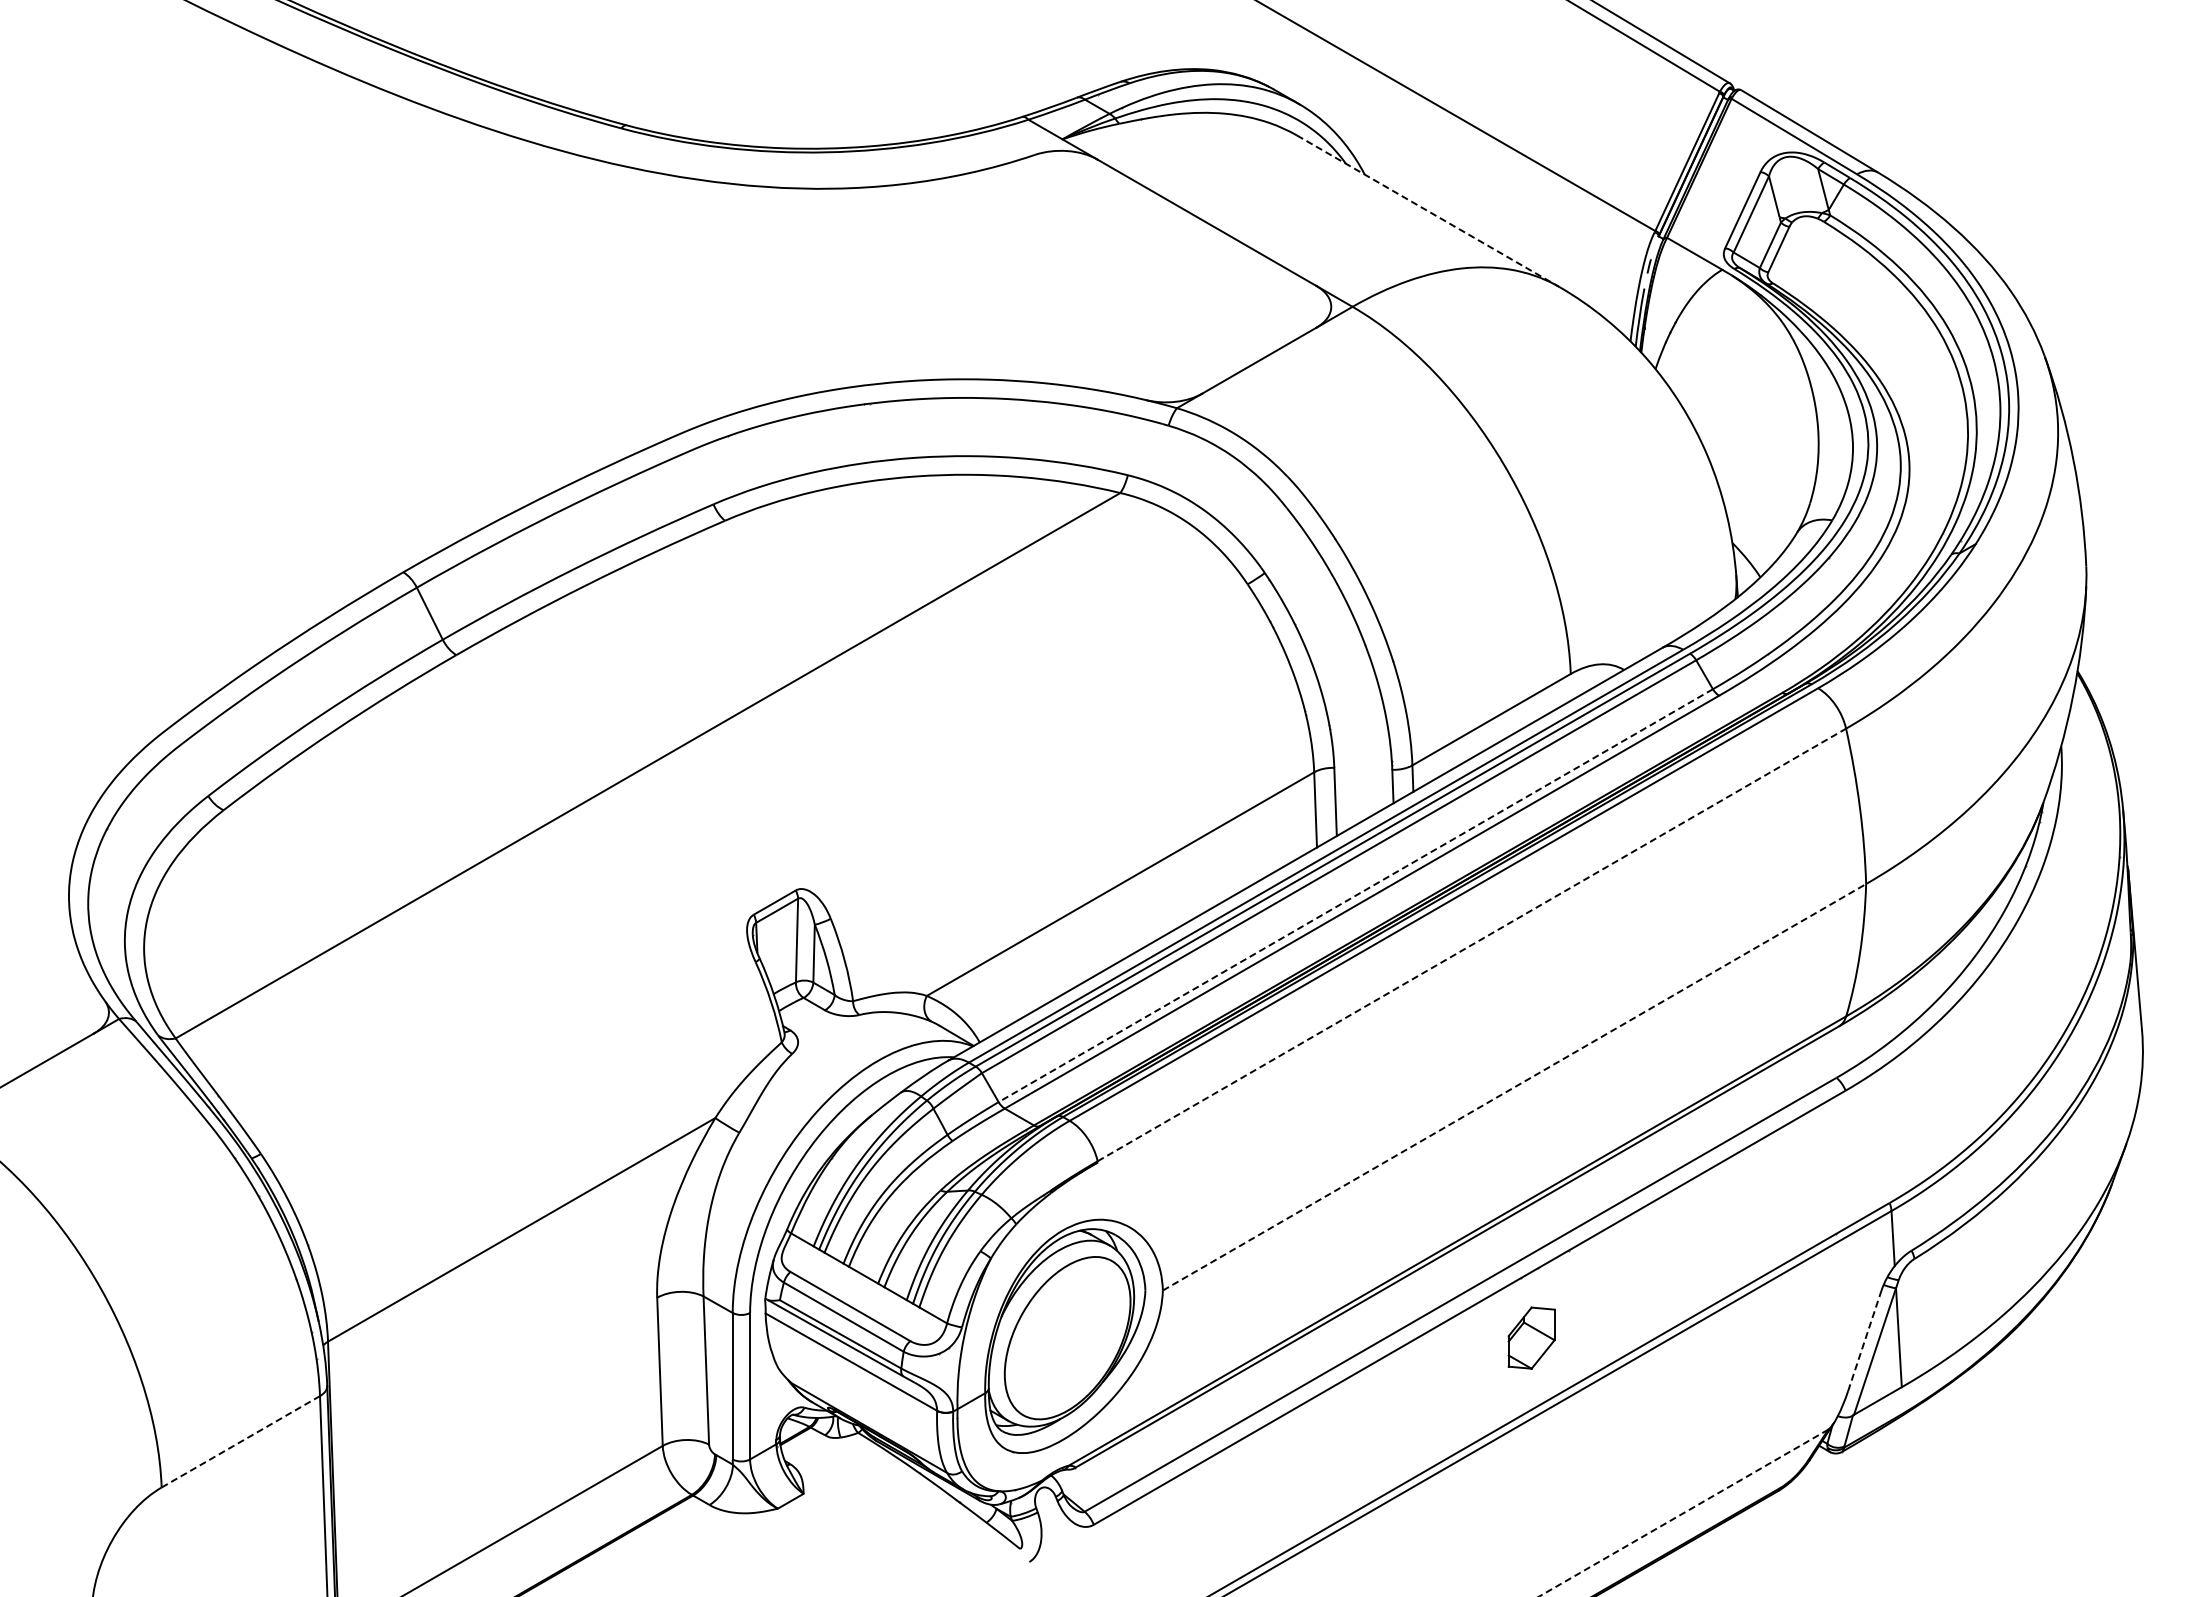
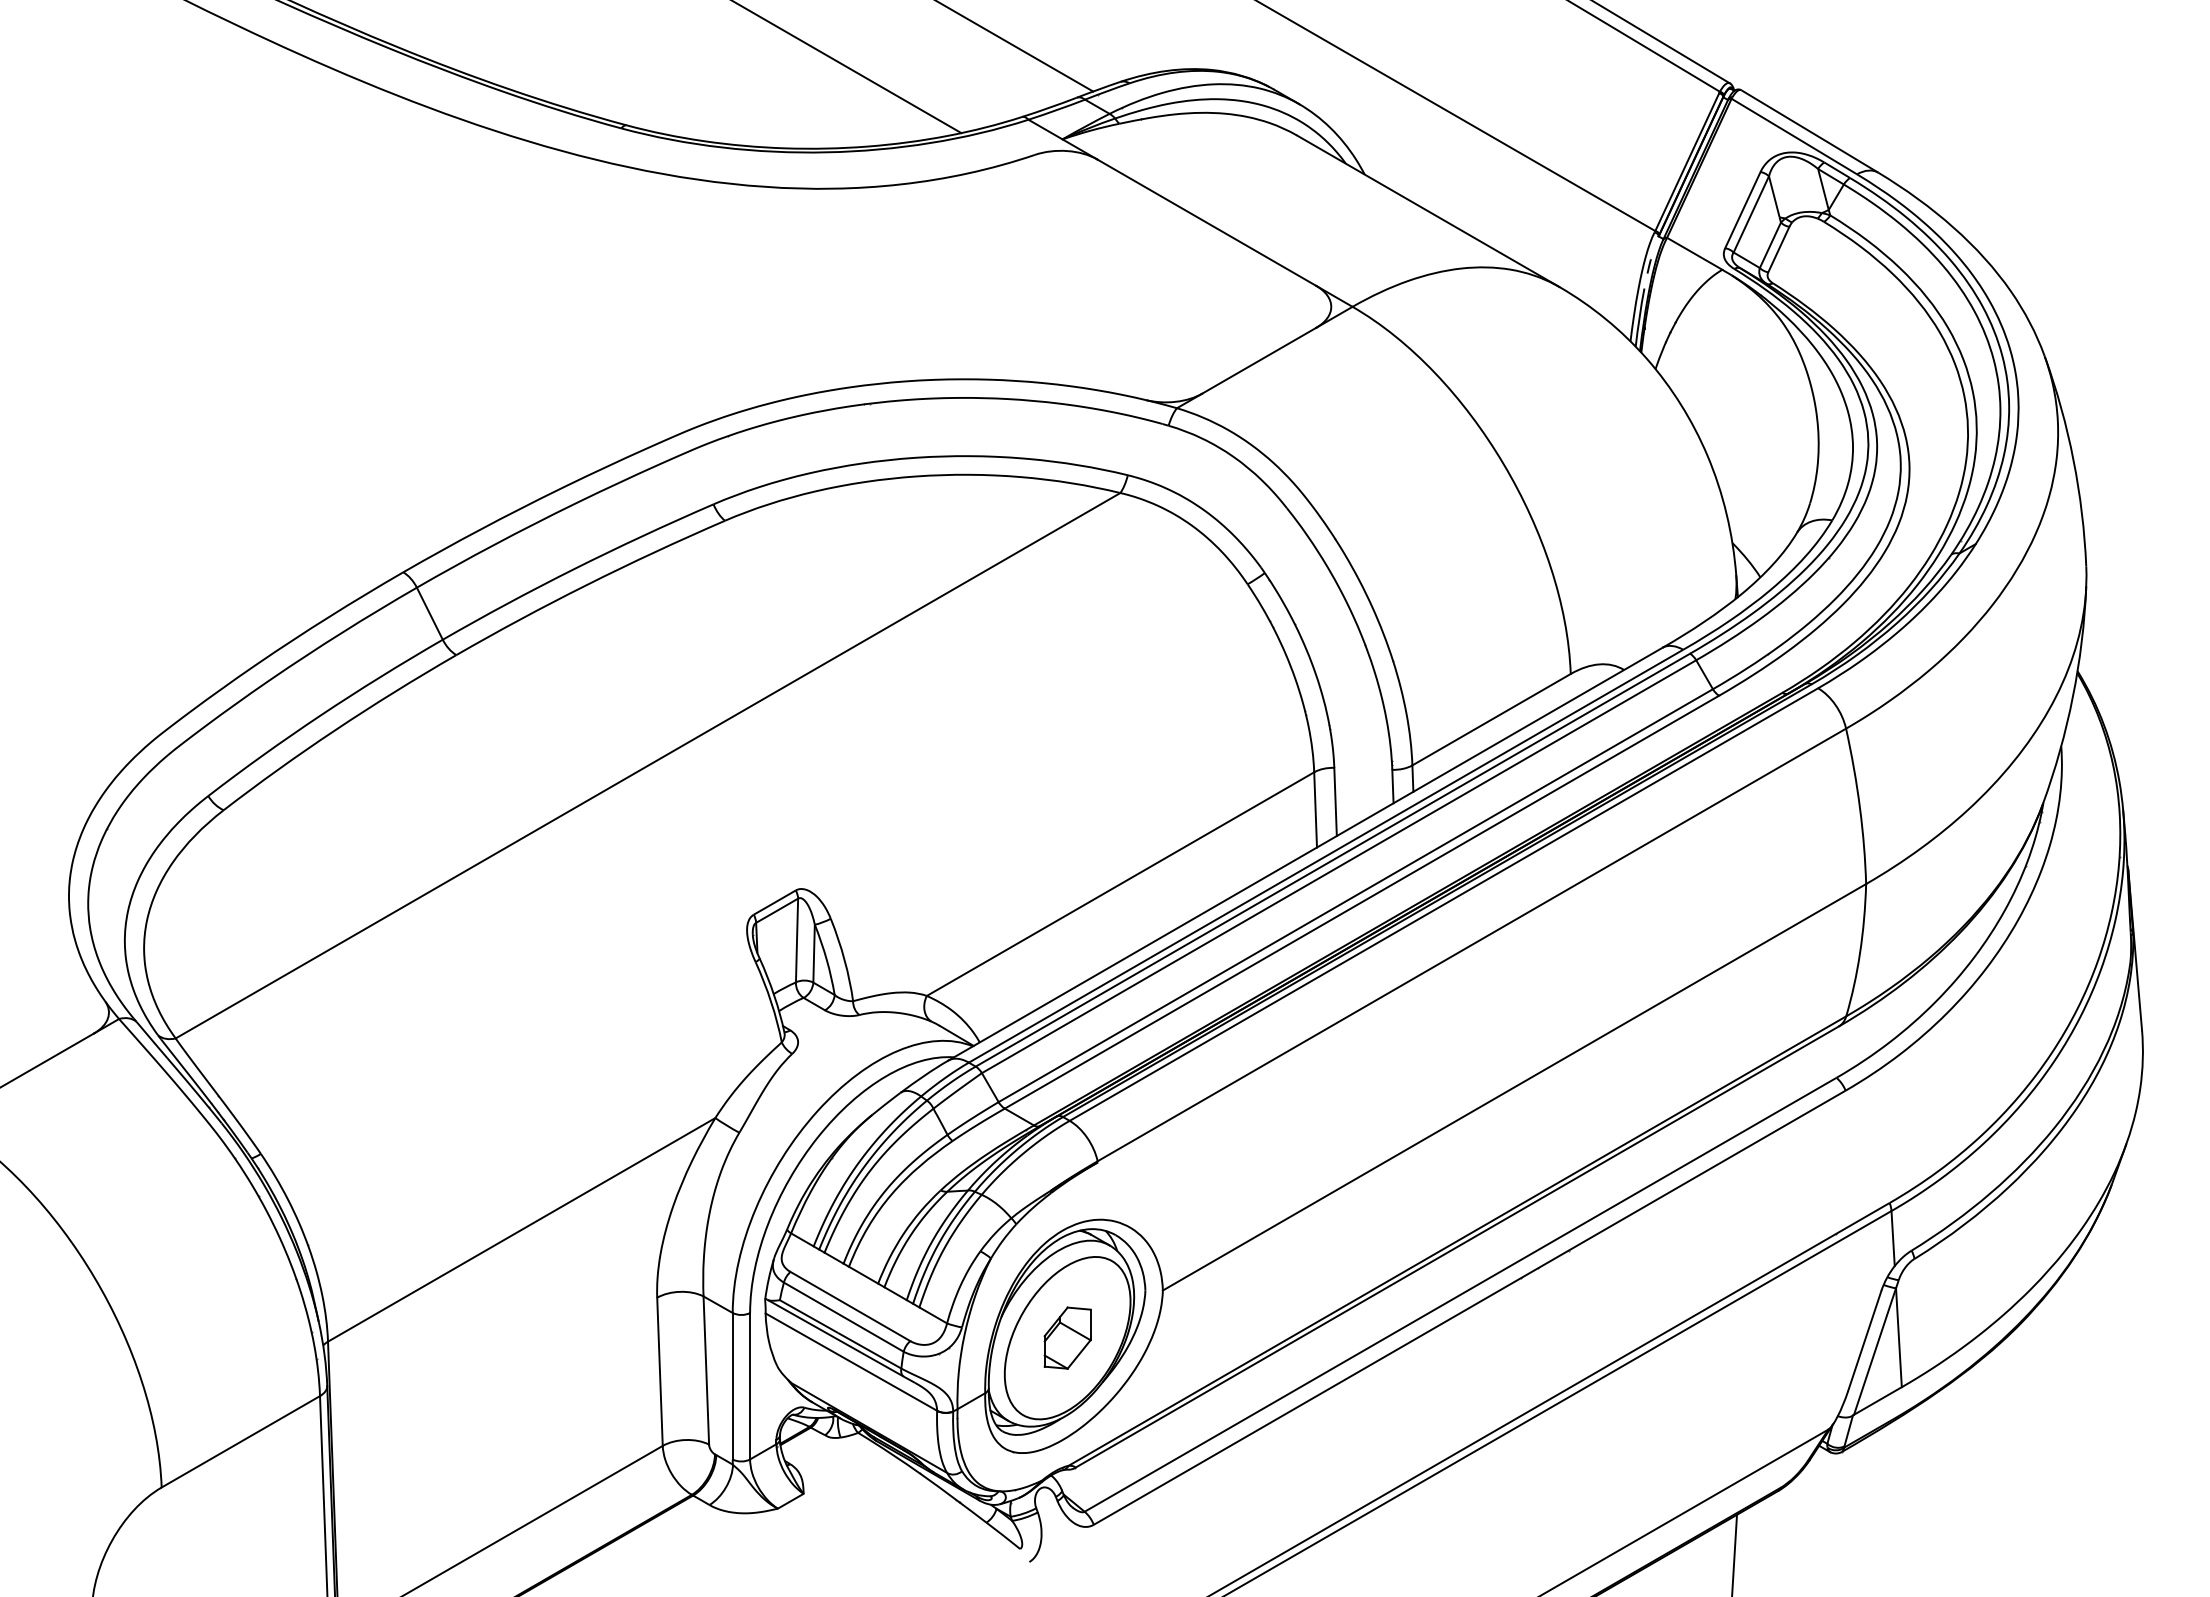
line at (1015, 46): none -> present
line at (848, 67): none -> present
line at (1428, 211): dashed -> solid
line at (1355, 895): dashed -> solid
line at (1472, 944): dashed -> solid
line at (1514, 1087): dashed -> solid
part at (1531, 1337) position: (1531, 1337) -> (1067, 1337)
line at (1864, 1340): dashed -> solid
line at (241, 1441): dashed -> solid
line at (1683, 1513): dashed -> solid
line at (1734, 1553): none -> present
